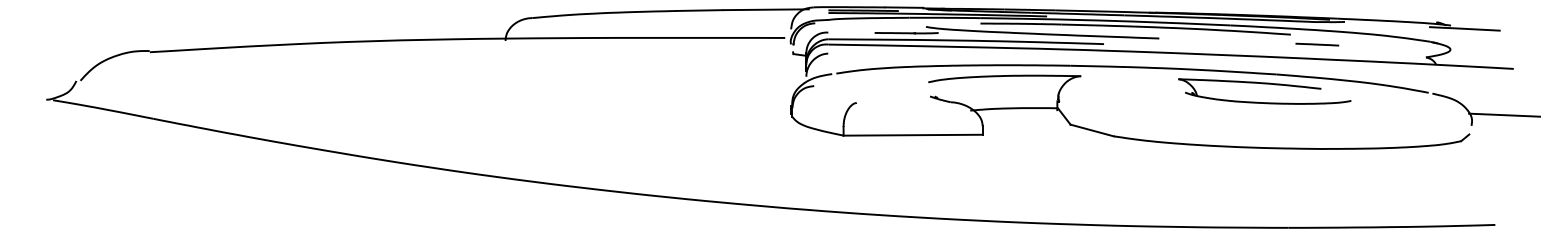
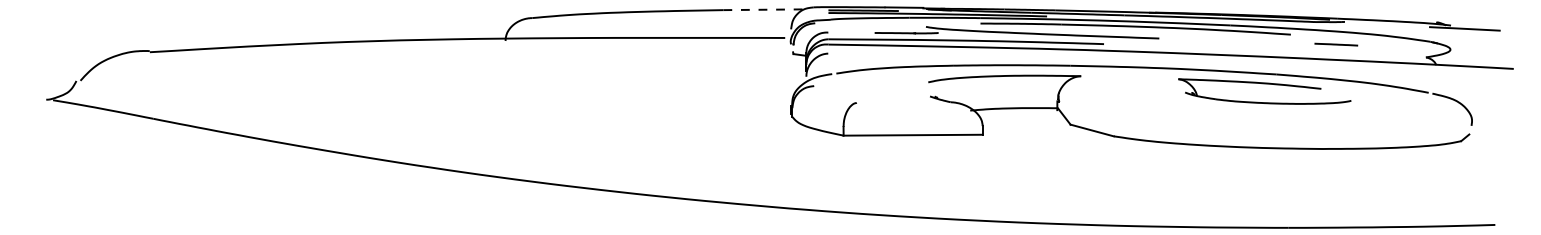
line at (766, 9): solid -> dashed
line at (1317, 44) position: (1317, 44) -> (1336, 44)
line at (1503, 114): present -> none
